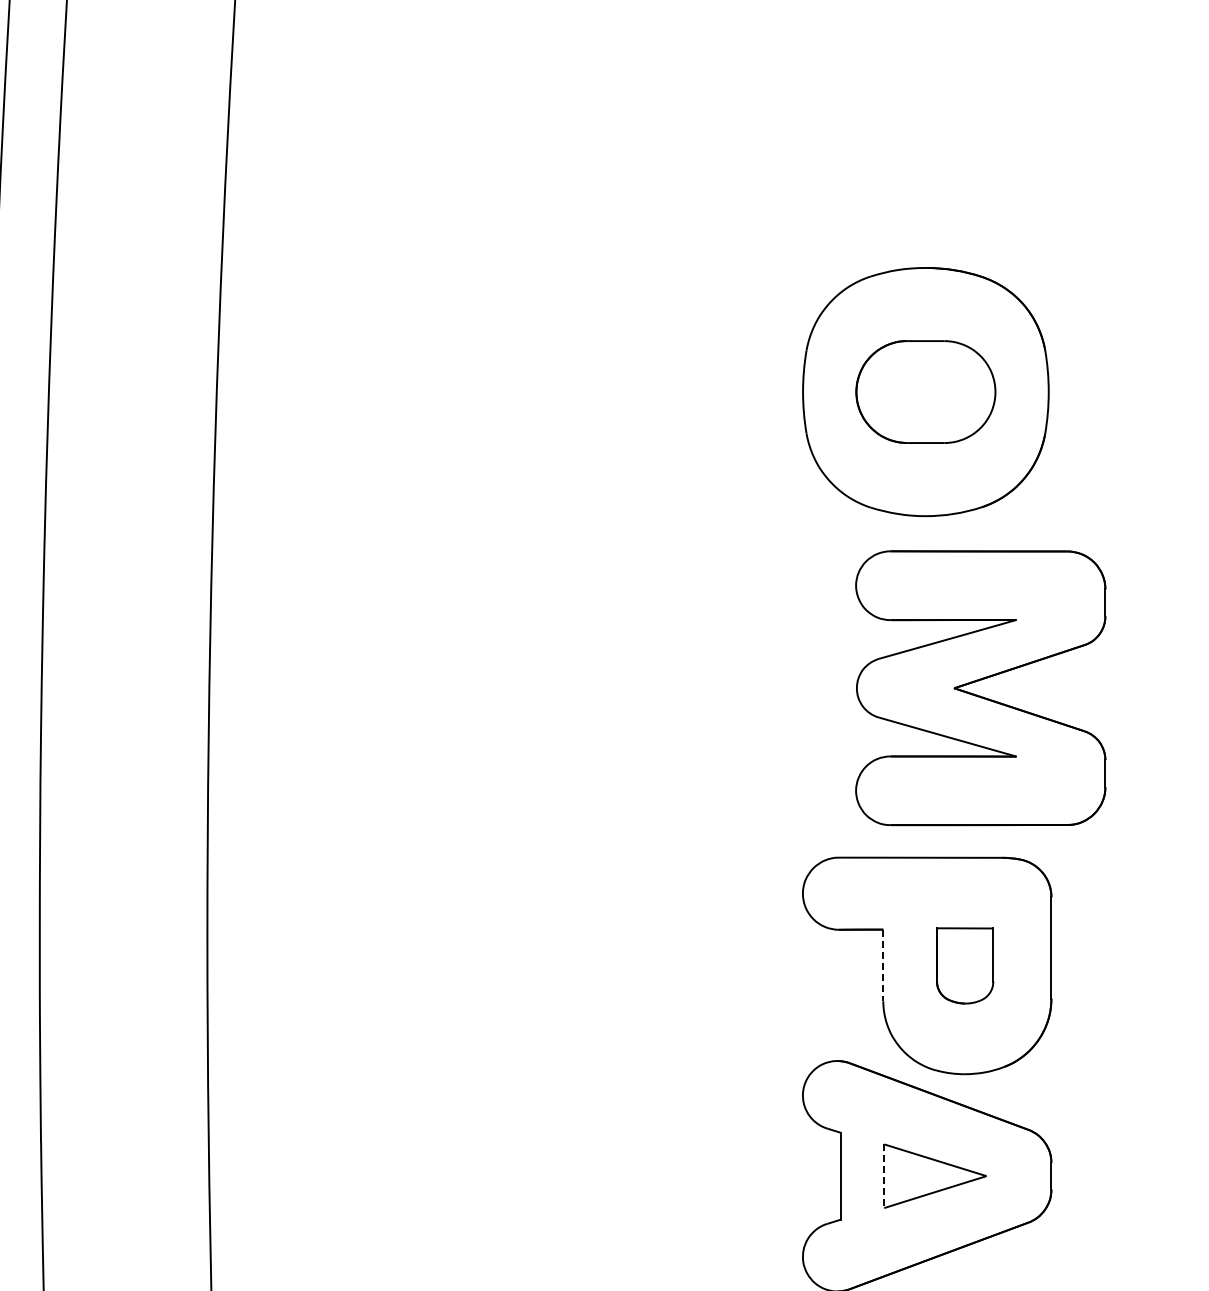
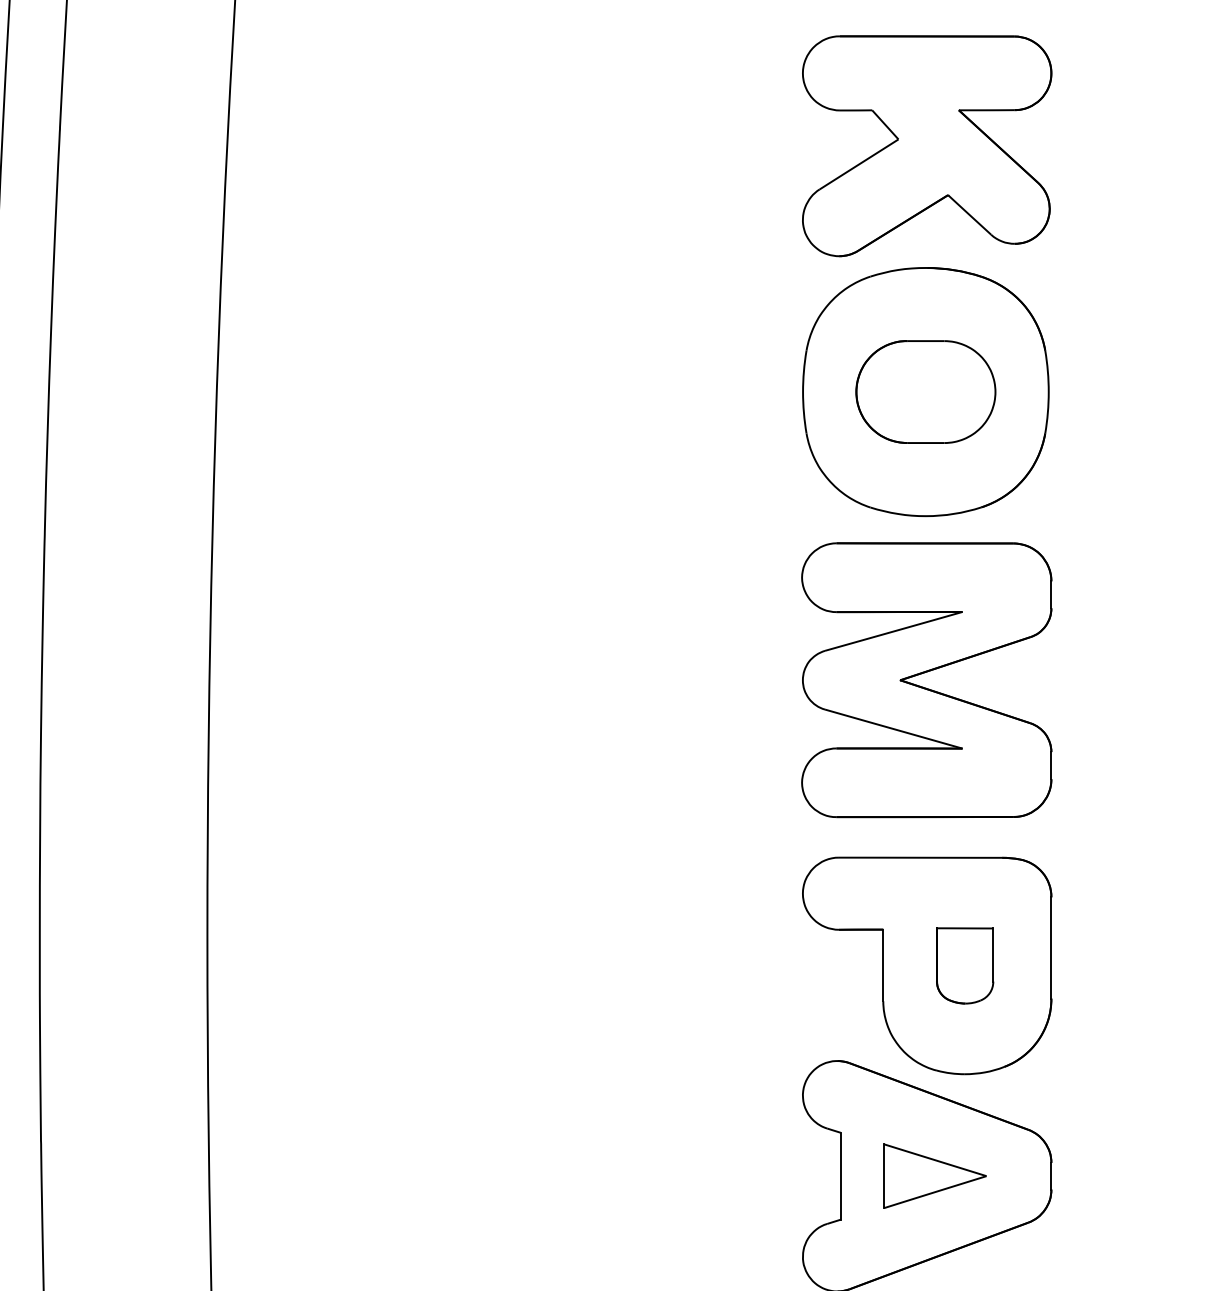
part at (927, 146): none -> present
part at (977, 694) position: (977, 694) -> (923, 686)
line at (883, 965): dashed -> solid
line at (884, 1176): dashed -> solid
